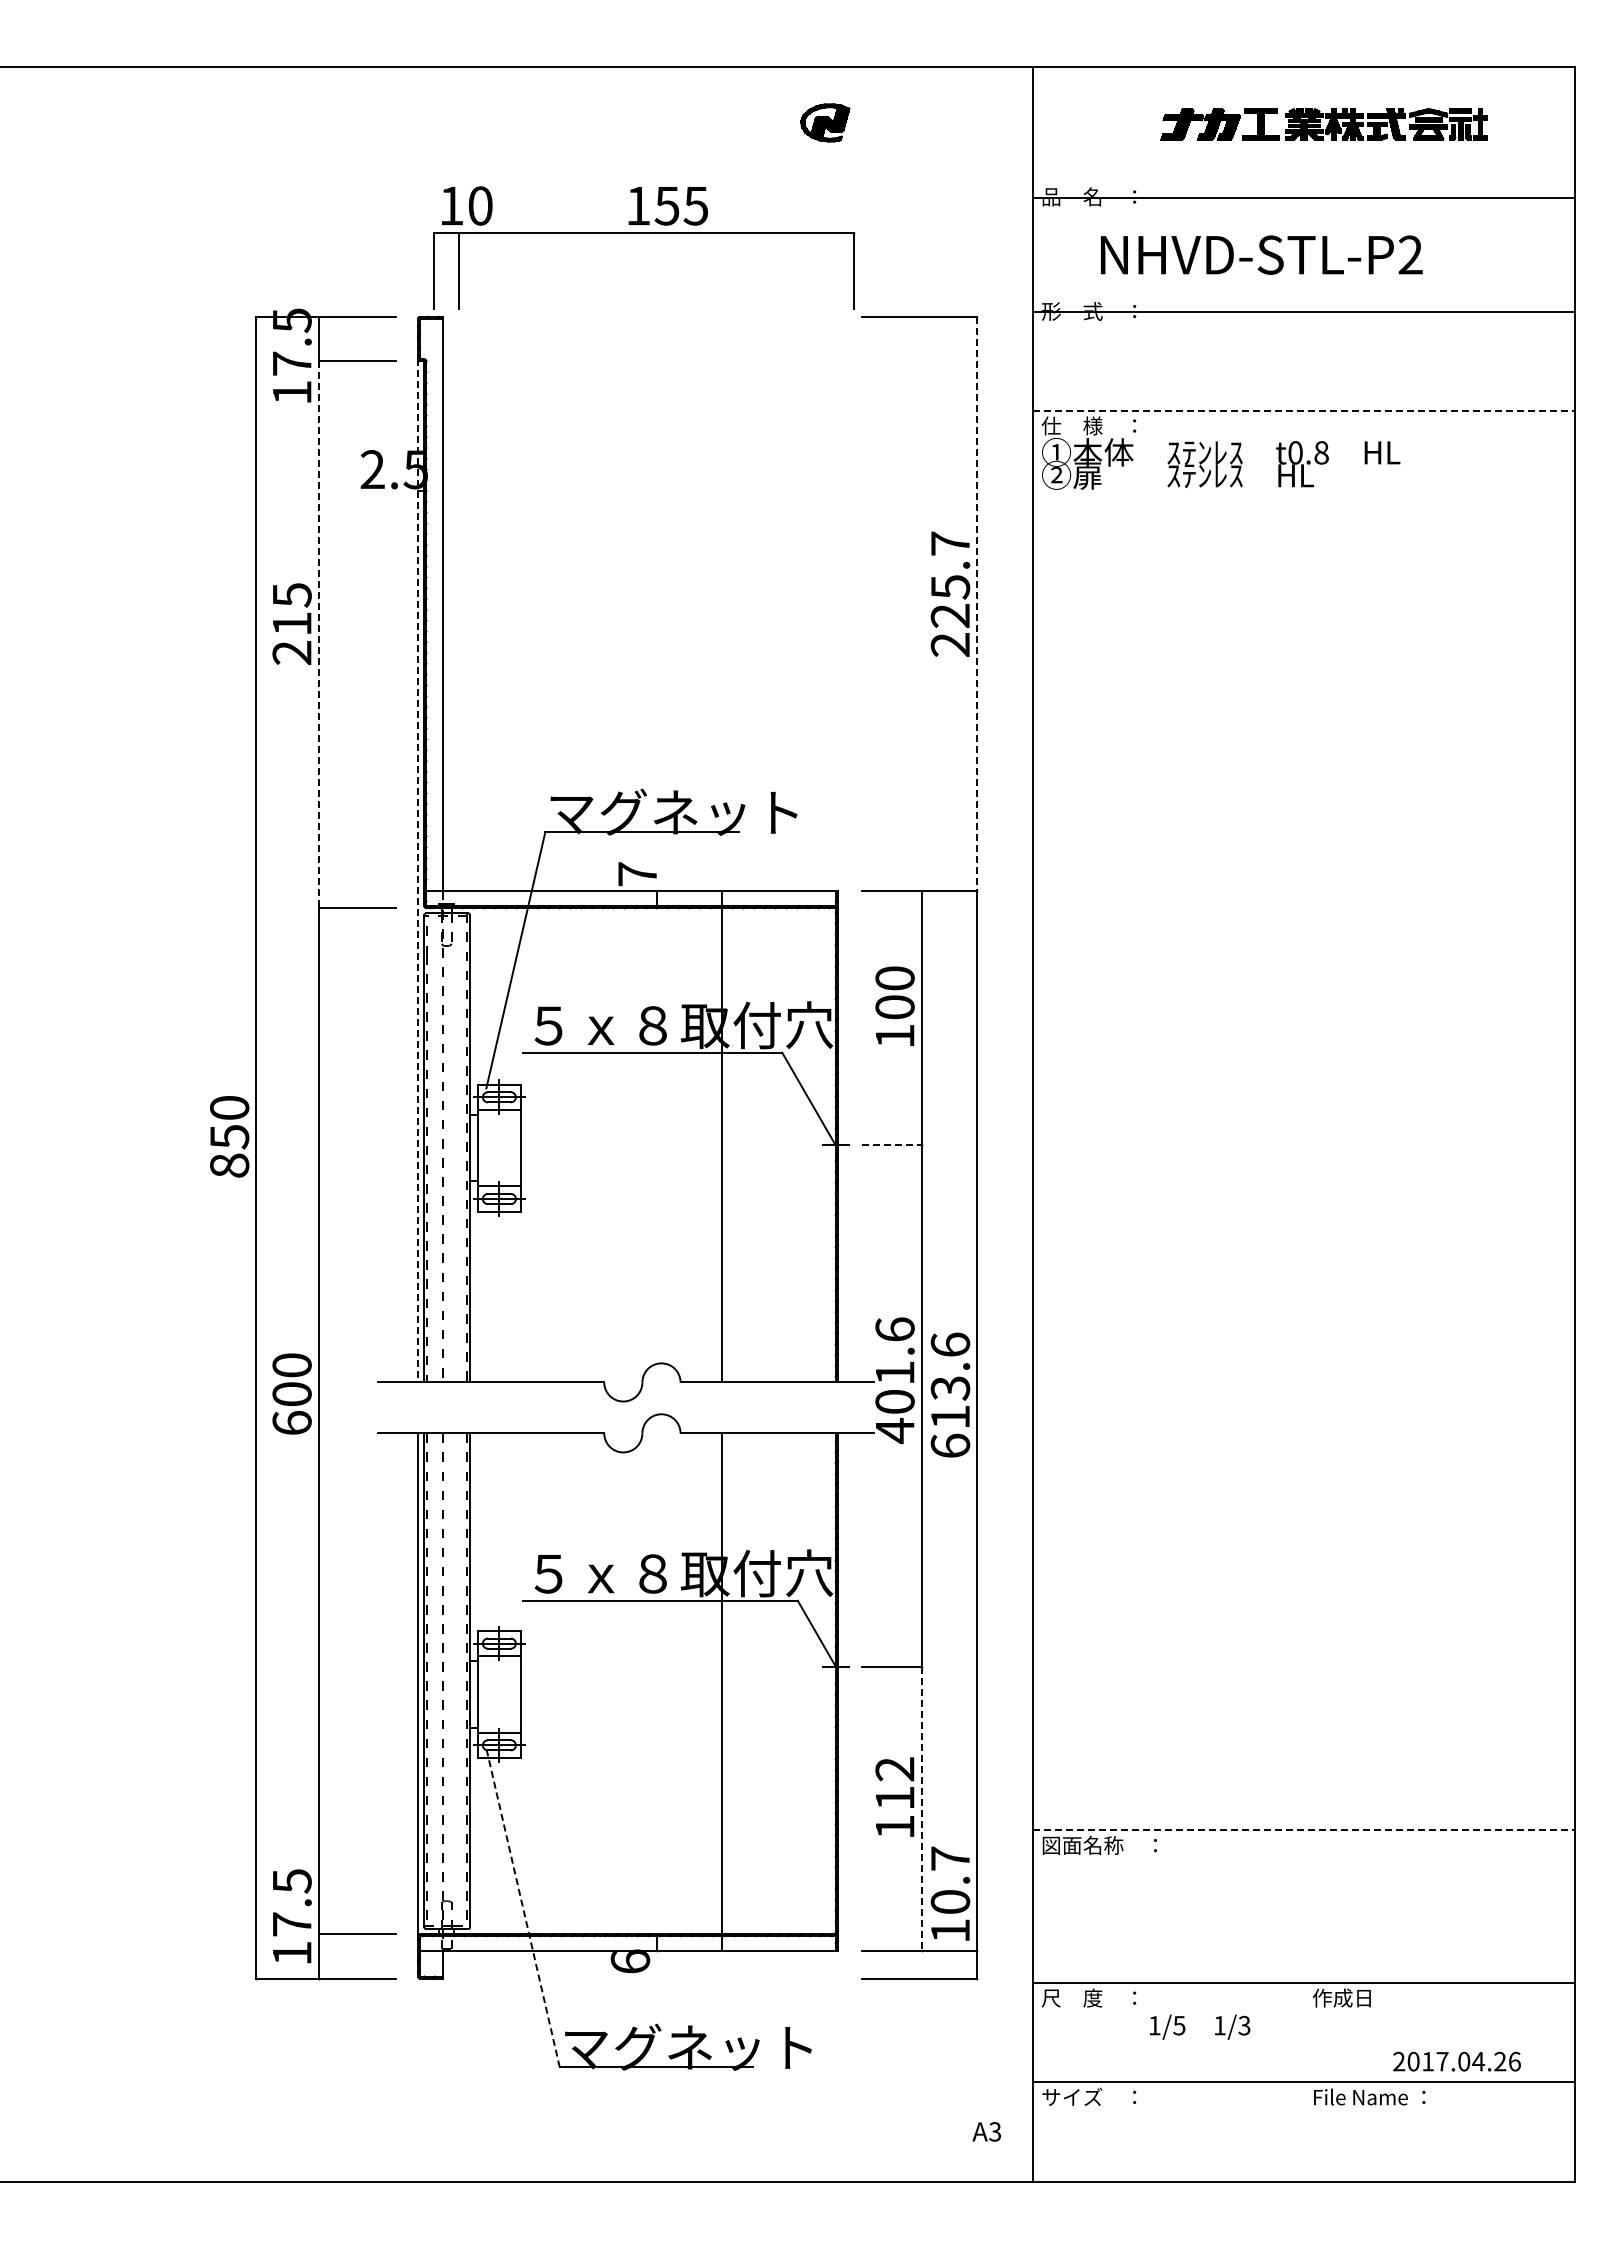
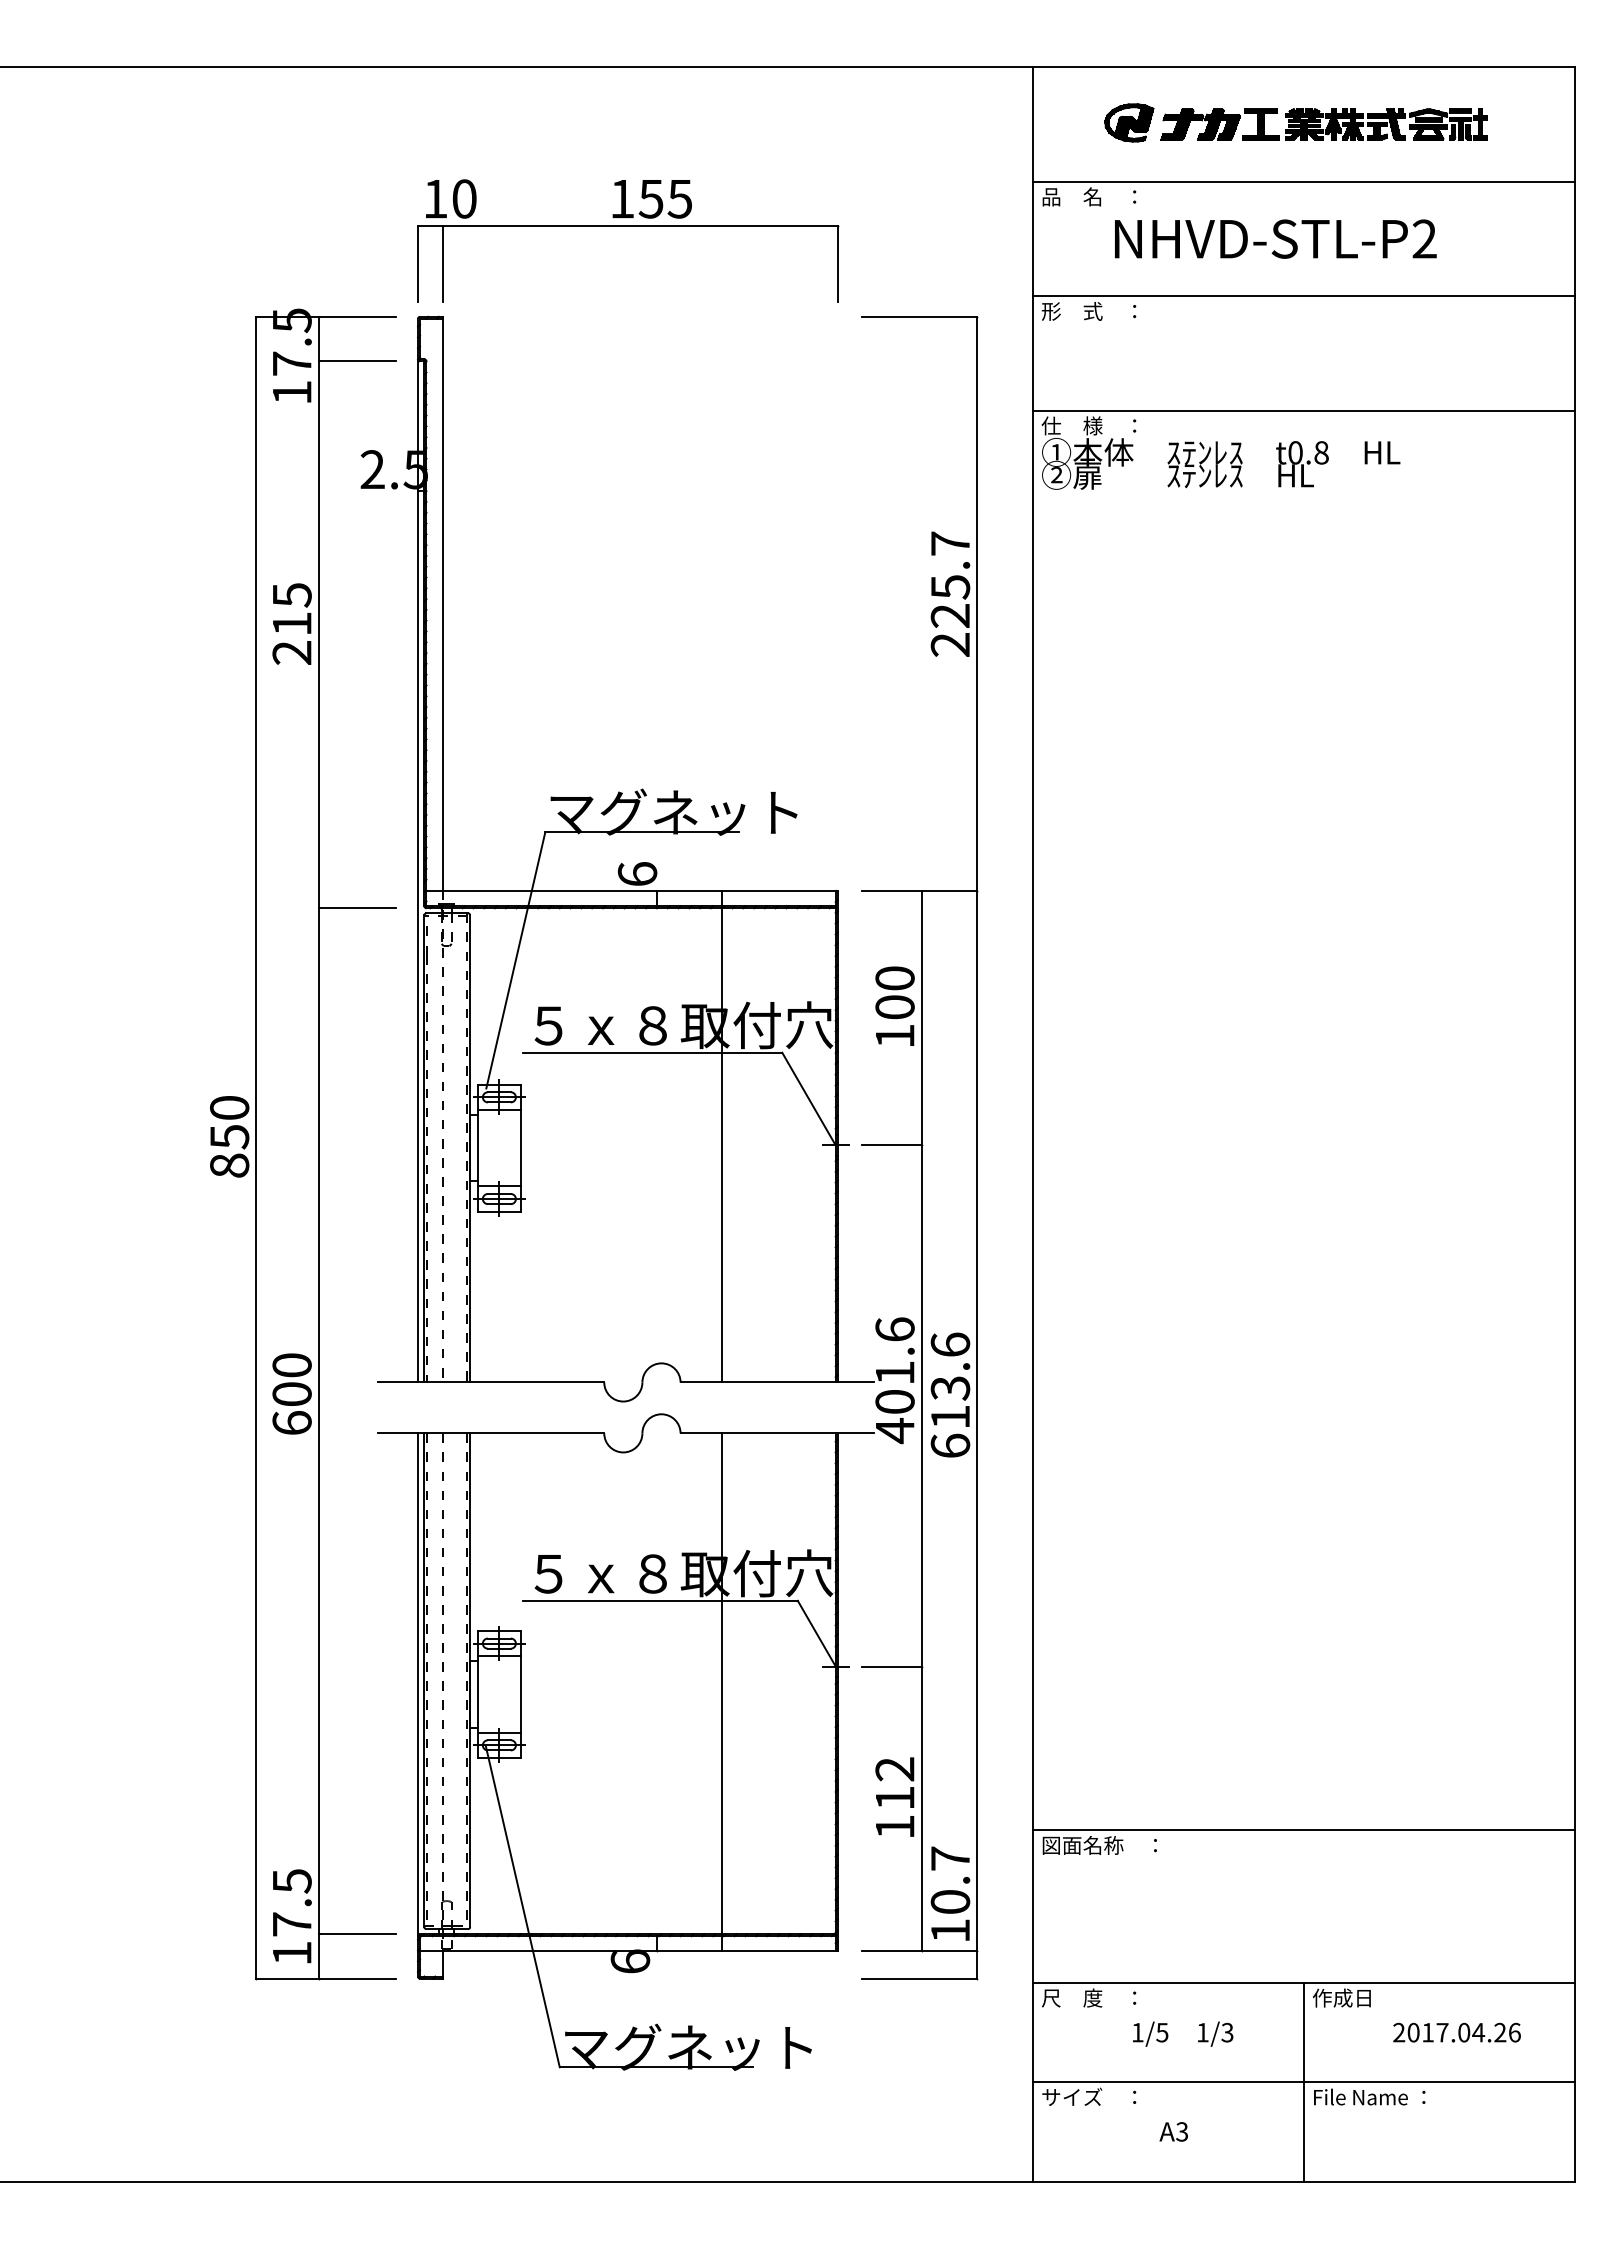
part at (825, 122) position: (825, 122) -> (1129, 122)
line at (1304, 197) position: (1304, 197) -> (1304, 181)
part at (644, 233) position: (644, 233) -> (628, 226)
text at (1261, 254) position: (1261, 254) -> (1275, 238)
line at (1304, 312) position: (1304, 312) -> (1304, 296)
line at (1304, 410): dashed -> solid
line at (977, 604): dashed -> solid
line at (318, 635): dashed -> solid
line at (418, 870): dashed -> solid
text at (637, 874): 7 -> 6
line at (892, 1145): dashed -> solid
line at (921, 1809): dashed -> solid
line at (1304, 1830): dashed -> solid
line at (522, 1905): dashed -> solid
text at (1200, 2026) position: (1200, 2026) -> (1183, 2033)
text at (1456, 2061) position: (1456, 2061) -> (1456, 2032)
line at (1304, 2082): none -> present
text at (986, 2131) position: (986, 2131) -> (1173, 2131)
